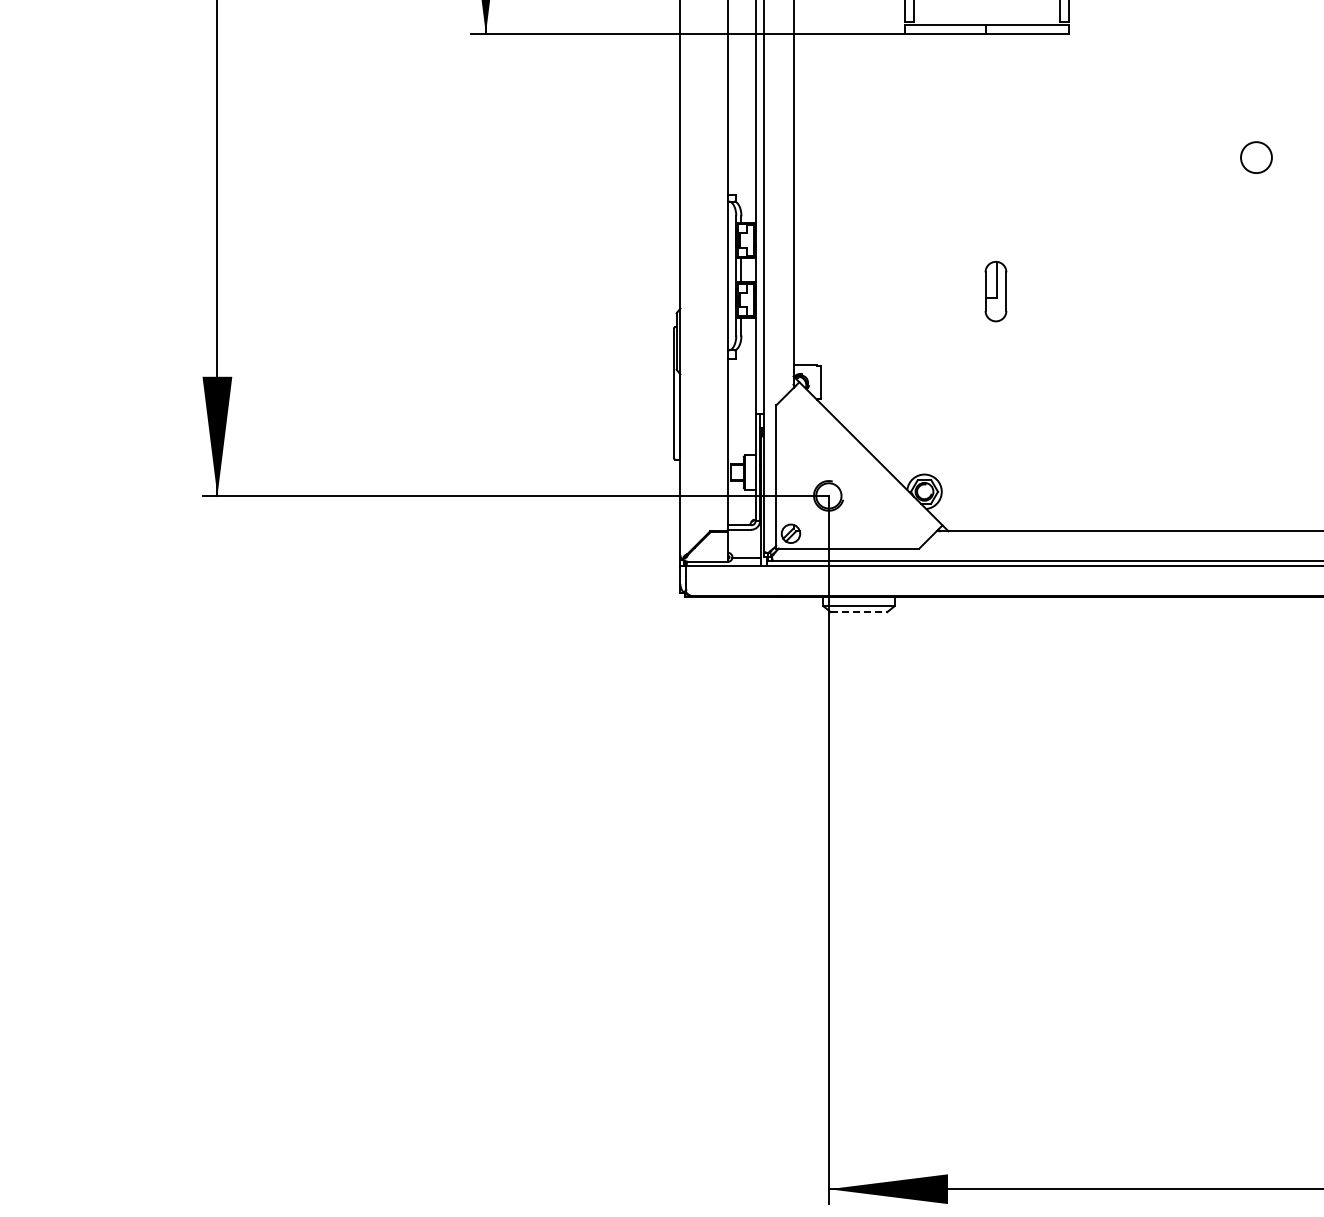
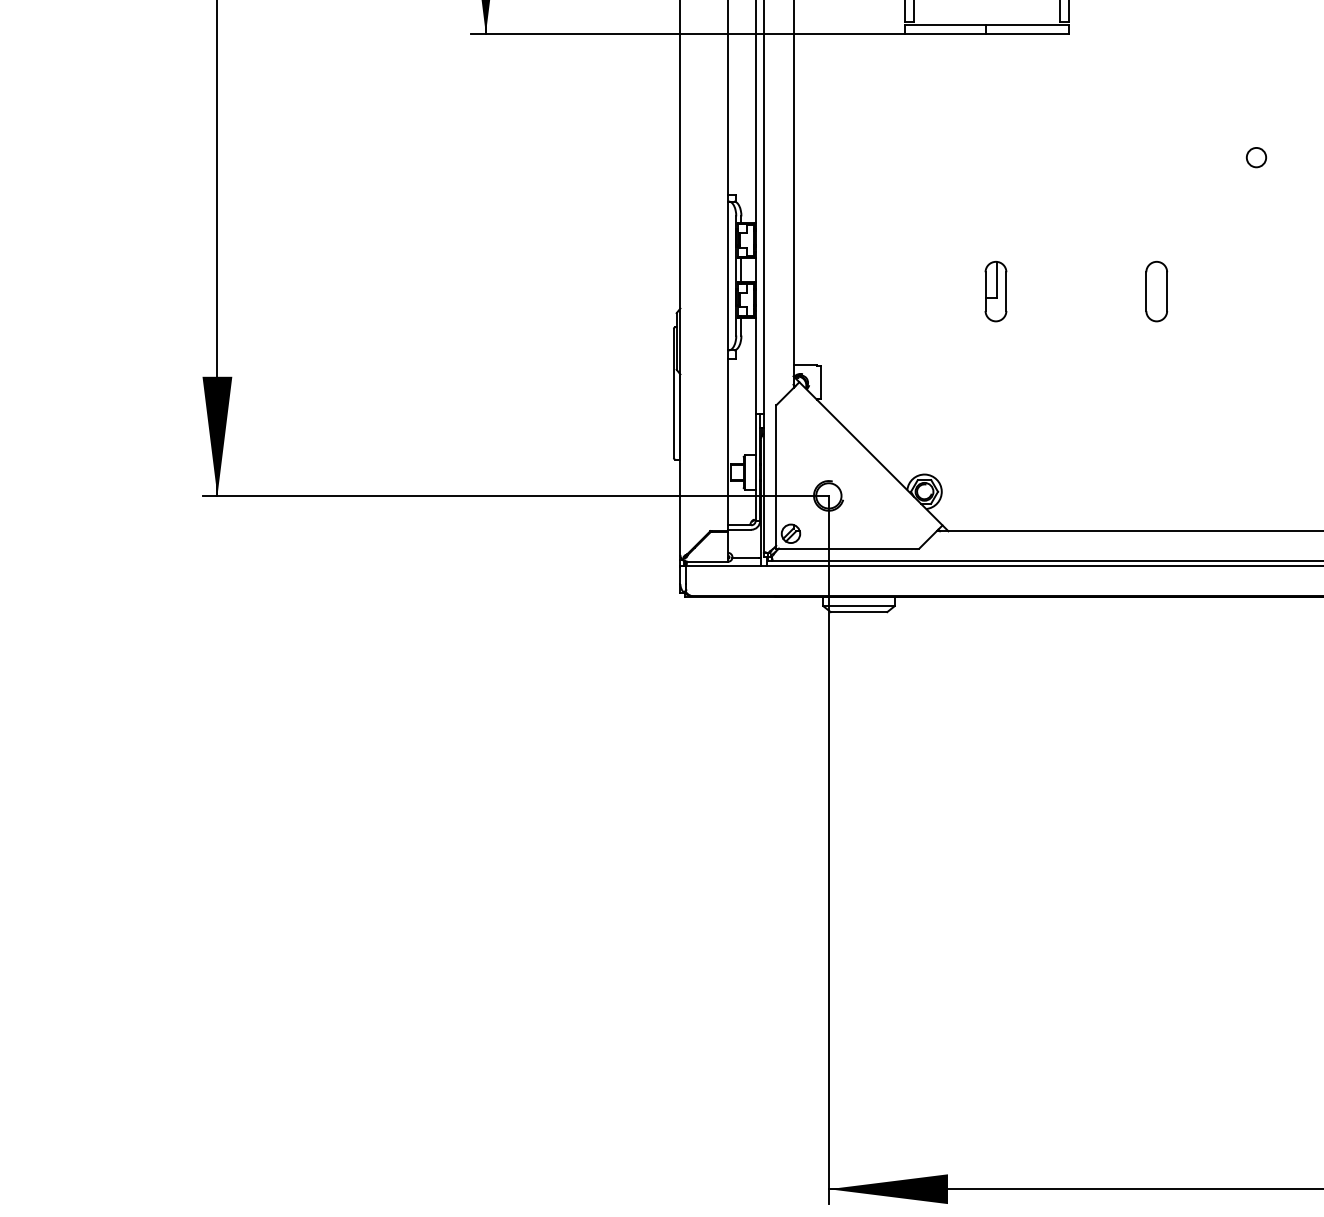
circle at (1256, 157) diameter: 31 px -> 19 px
part at (1156, 291): none -> present
line at (859, 612): dashed -> solid
